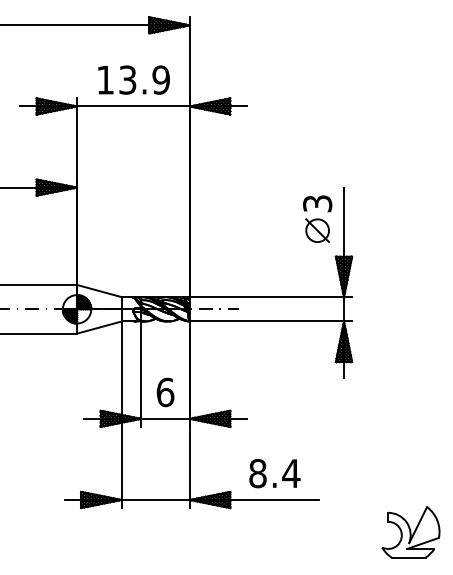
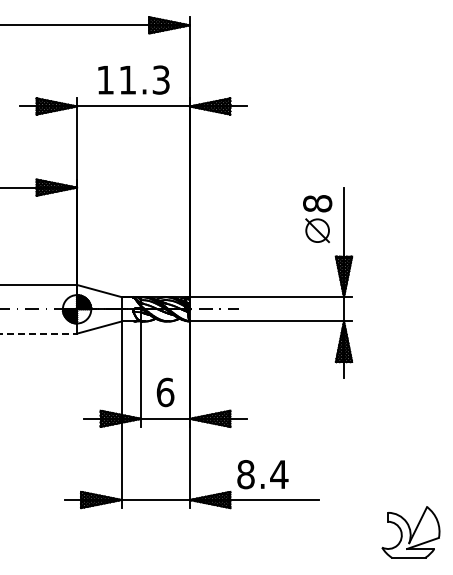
text at (144, 79): 13.9 -> 11.3
text at (317, 203): 3 -> 8
line at (39, 333): solid -> dashed
text at (274, 473) position: (274, 473) -> (262, 474)
